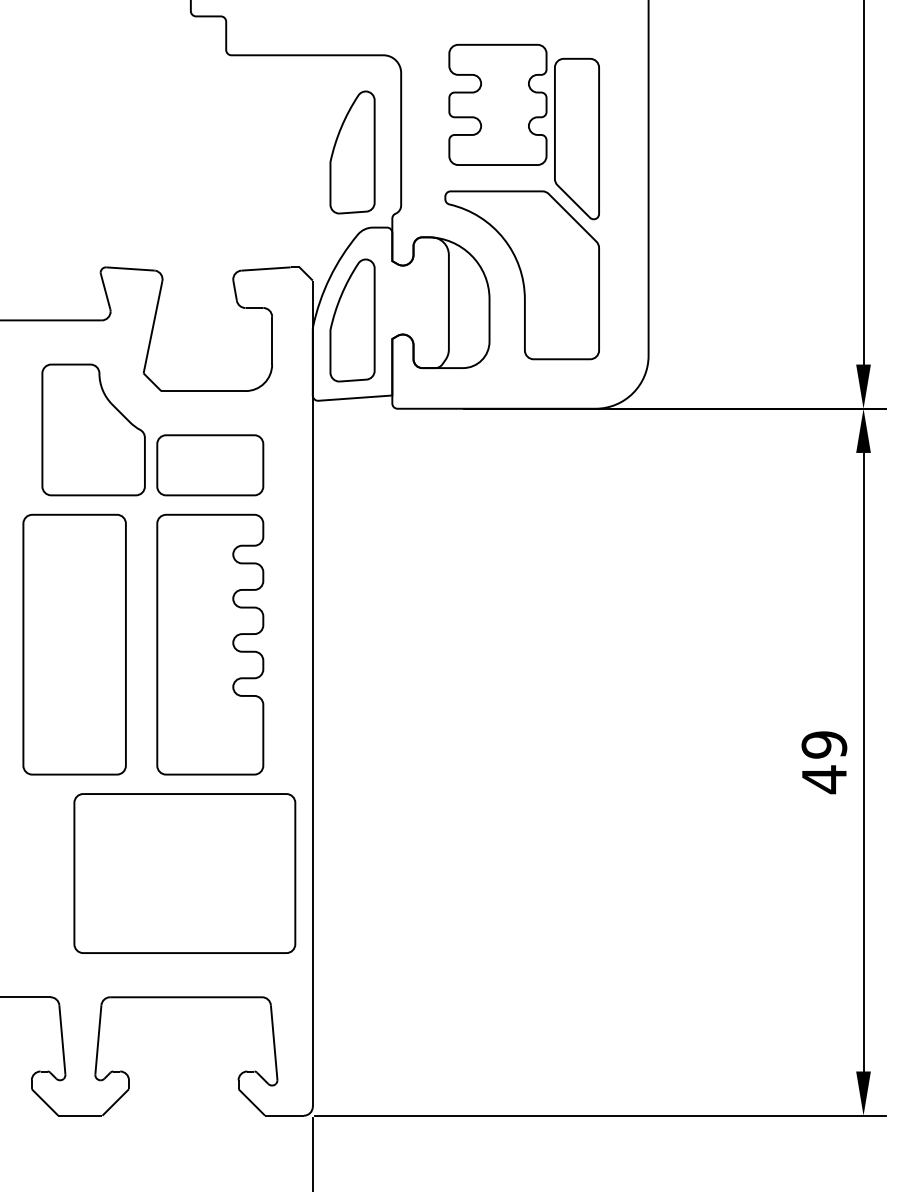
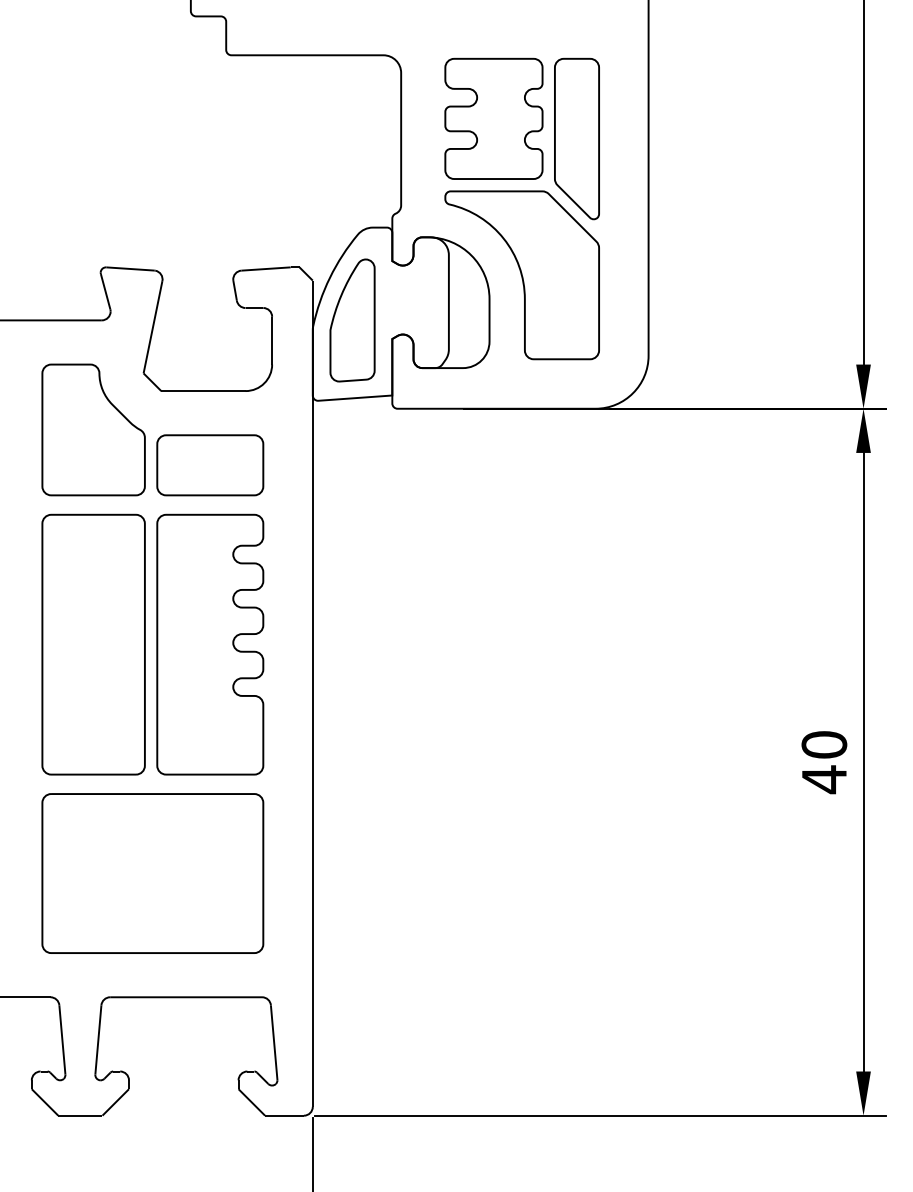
part at (497, 104) position: (497, 104) -> (493, 118)
part at (352, 152): present -> none
part at (74, 644) position: (74, 644) -> (93, 644)
text at (824, 744): 49 -> 40
part at (184, 873) position: (184, 873) -> (152, 873)
